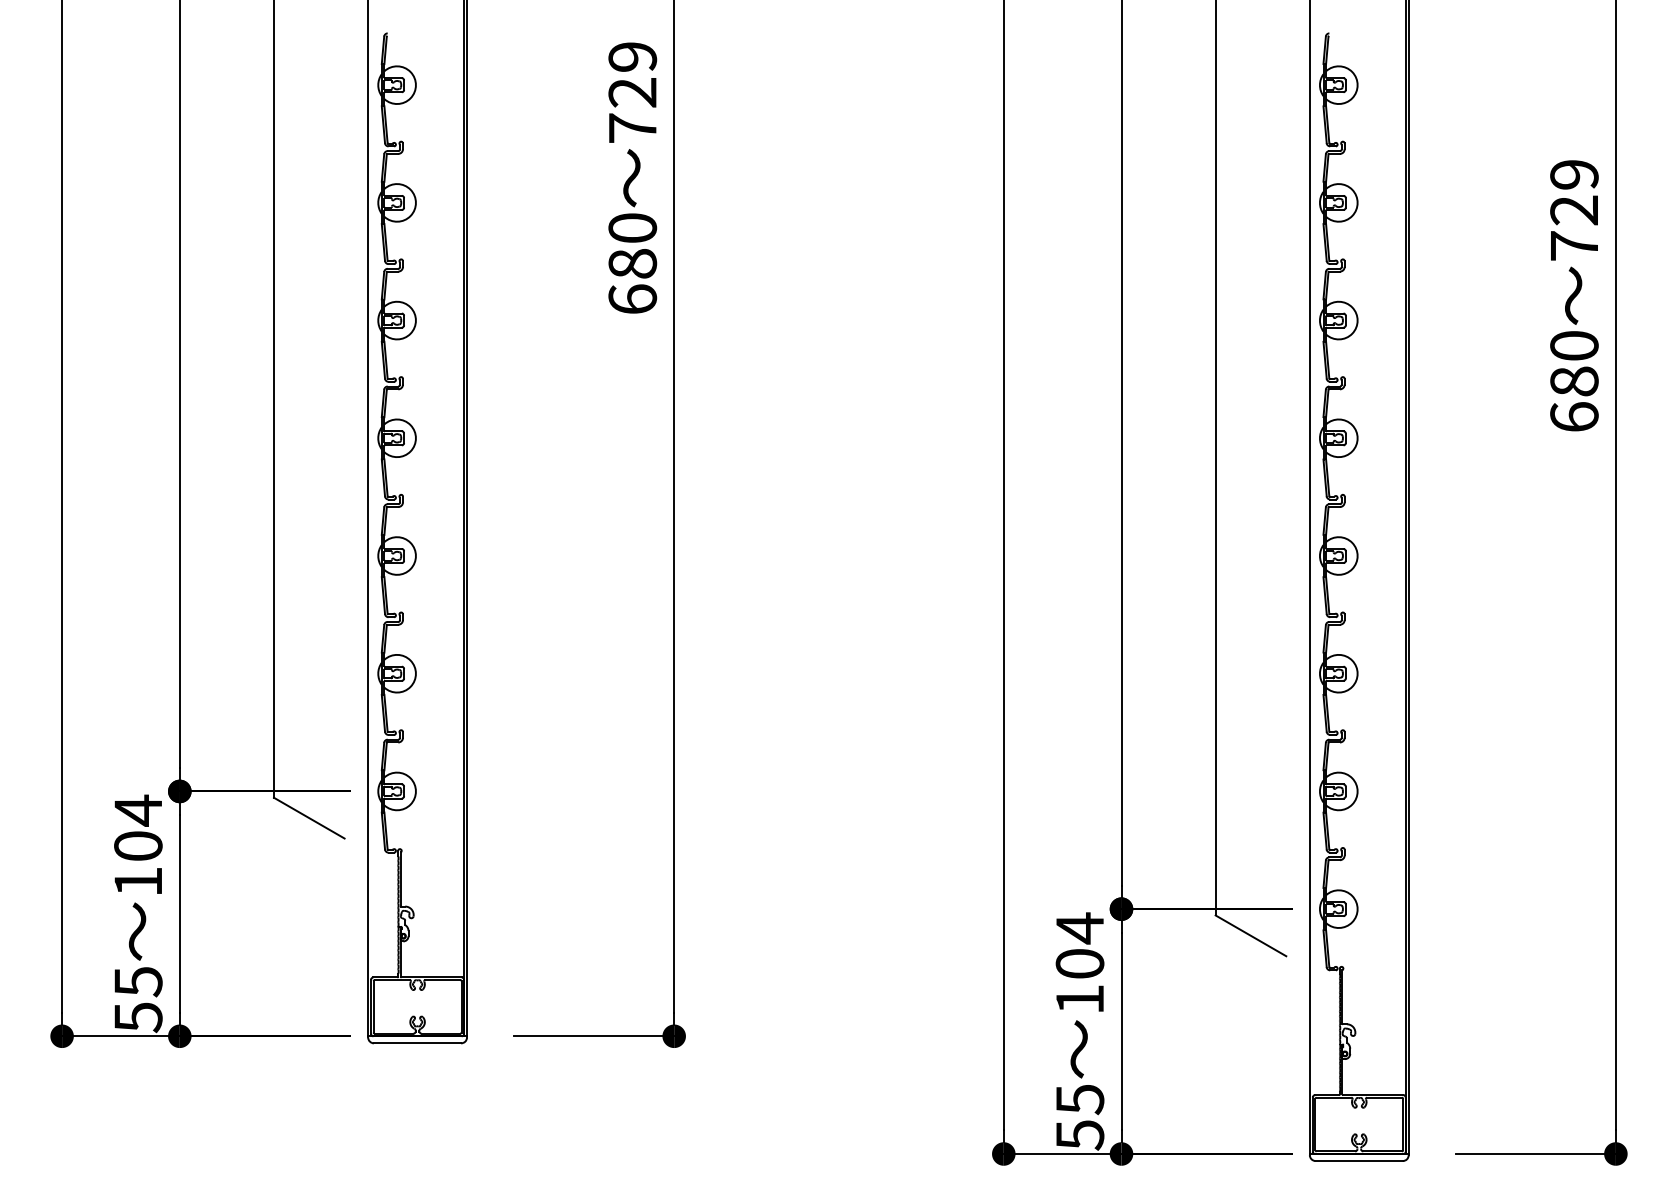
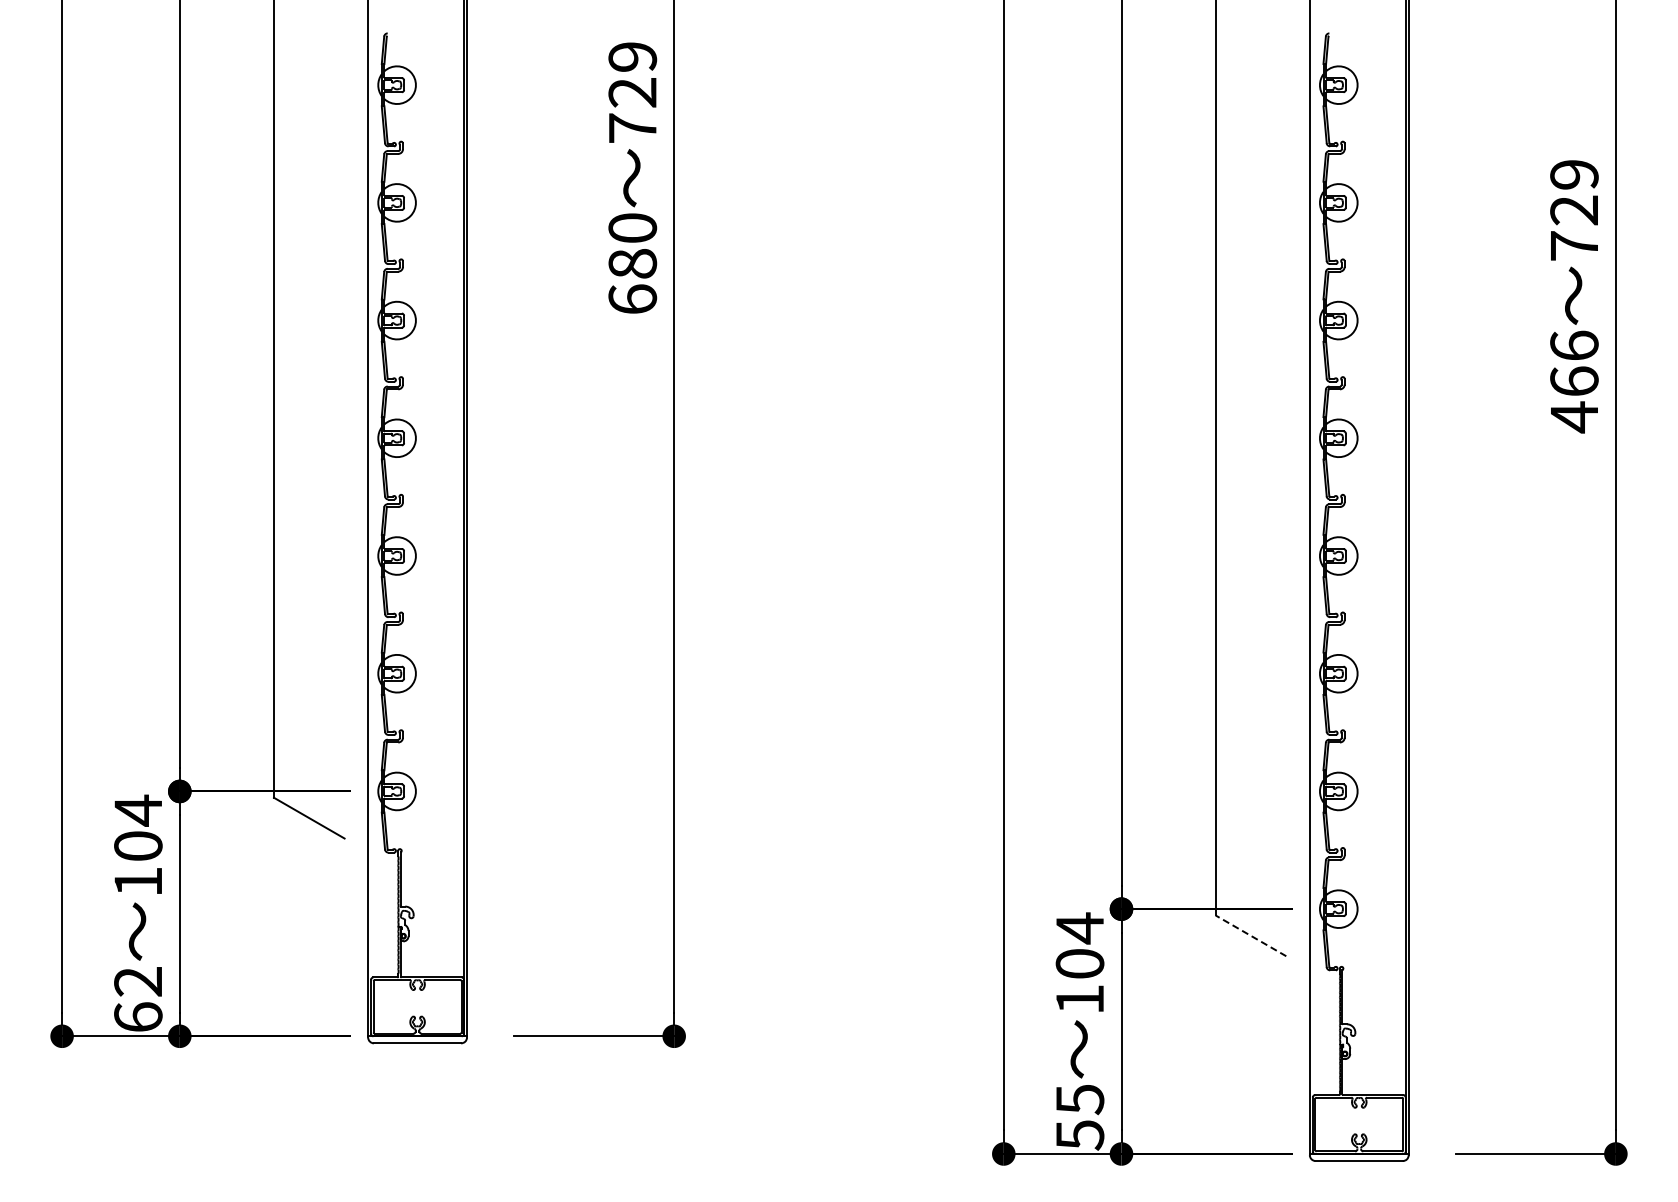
text at (1574, 381): 680 -> 466
line at (1250, 935): solid -> dashed
text at (138, 1000): 55 -> 62
